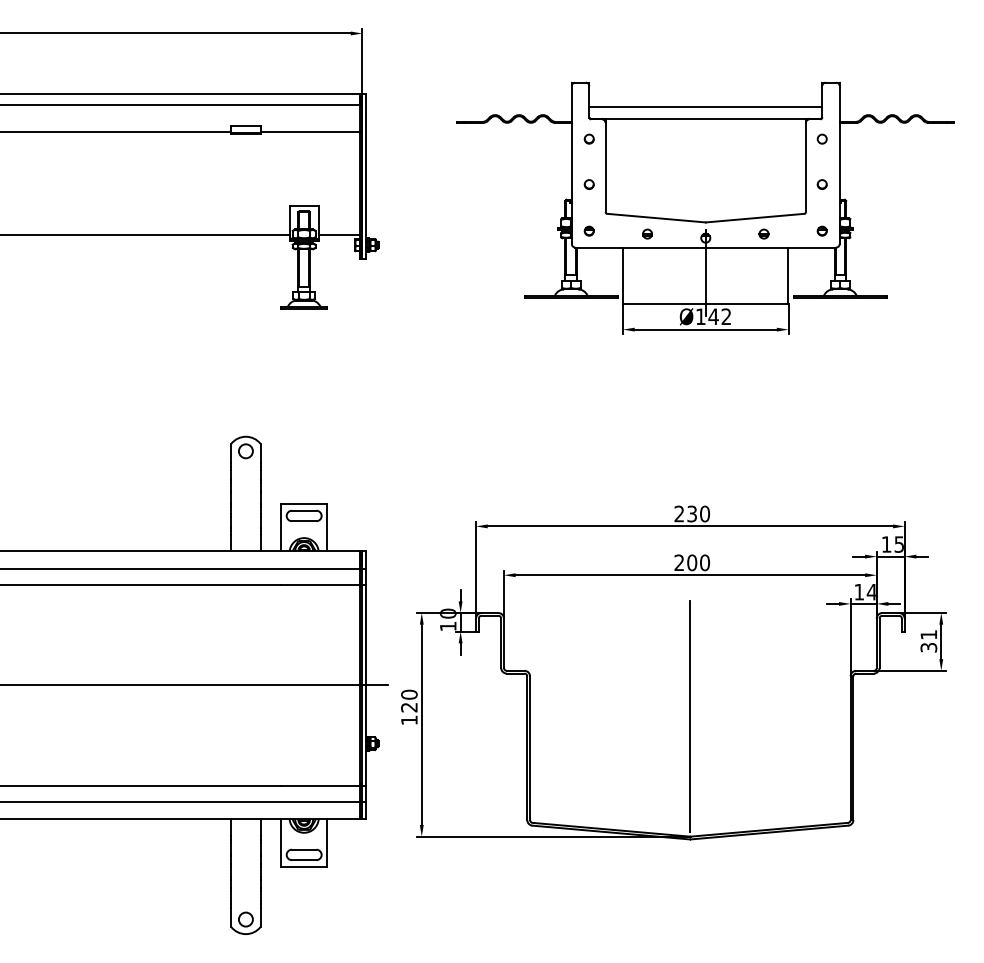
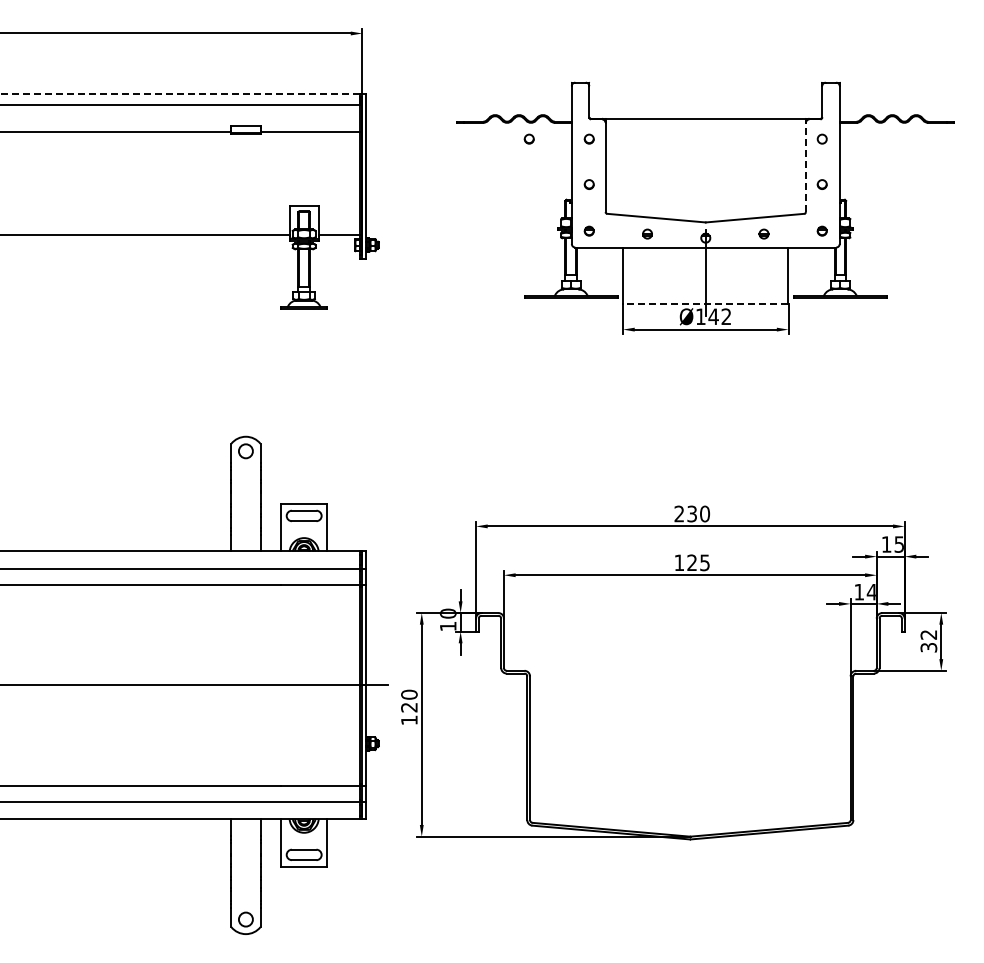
line at (180, 93): solid -> dashed
line at (705, 107): present -> none
part at (528, 138): none -> present
line at (805, 167): solid -> dashed
line at (705, 304): solid -> dashed
text at (692, 562): 200 -> 125
text at (928, 634): 31 -> 32
line at (690, 715): present -> none
